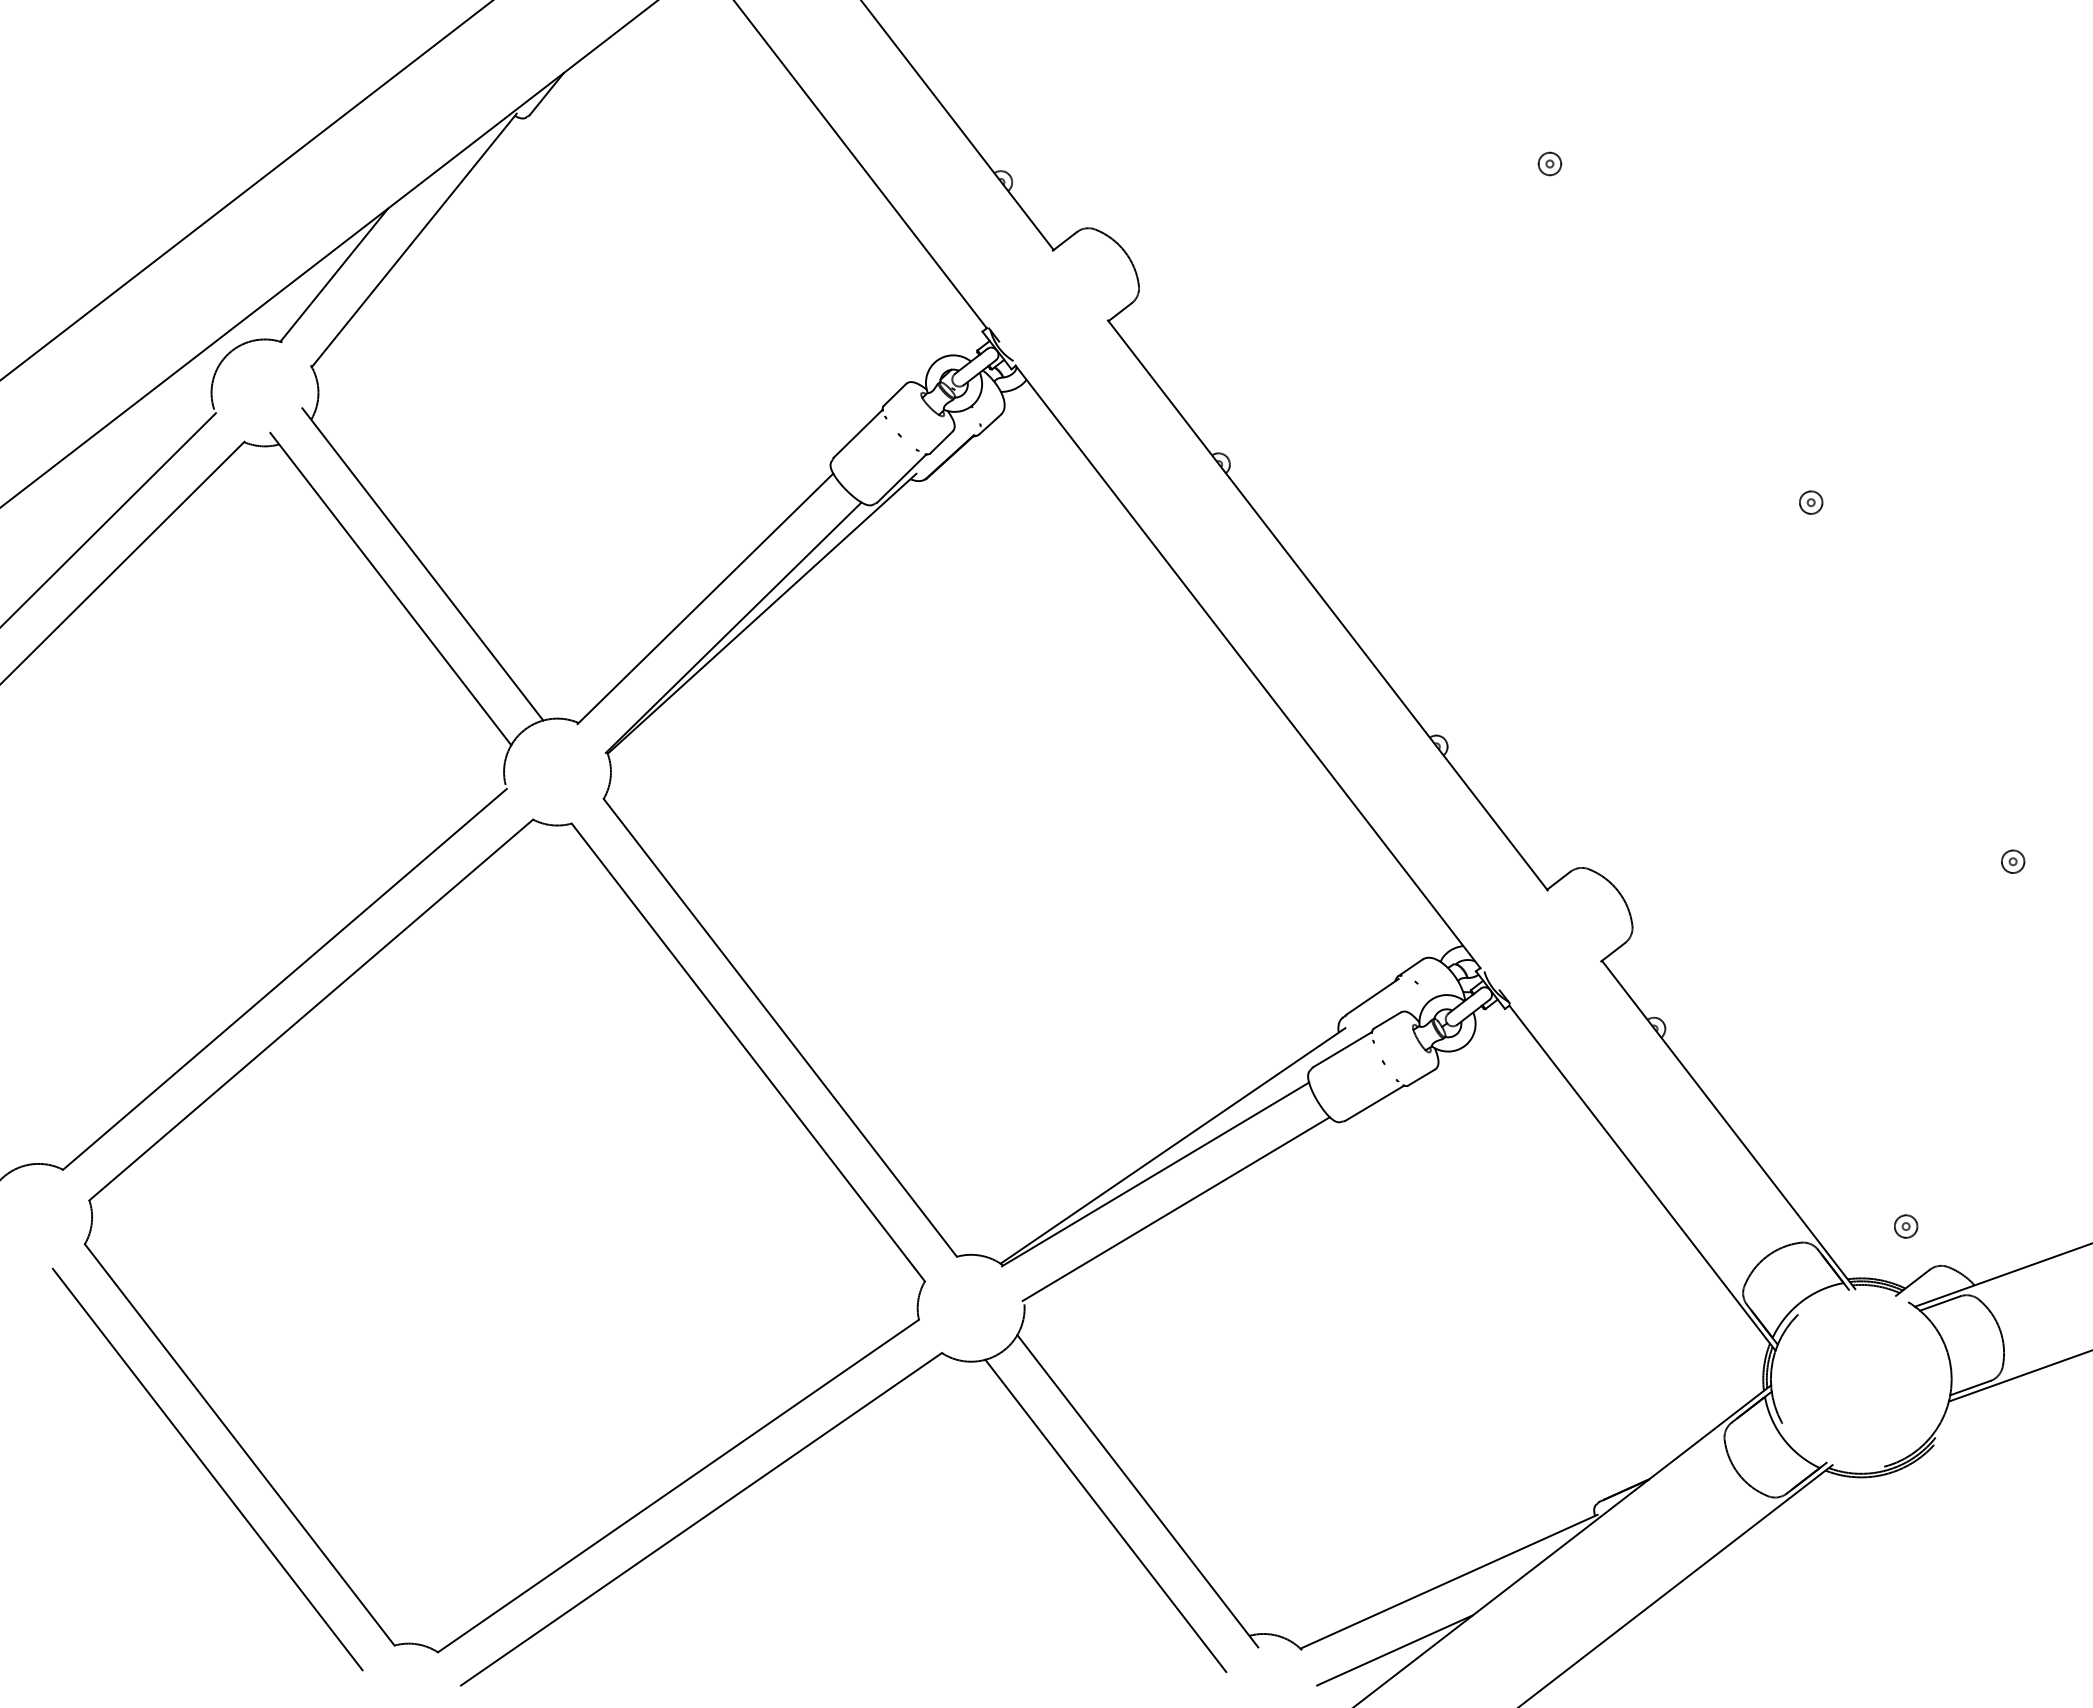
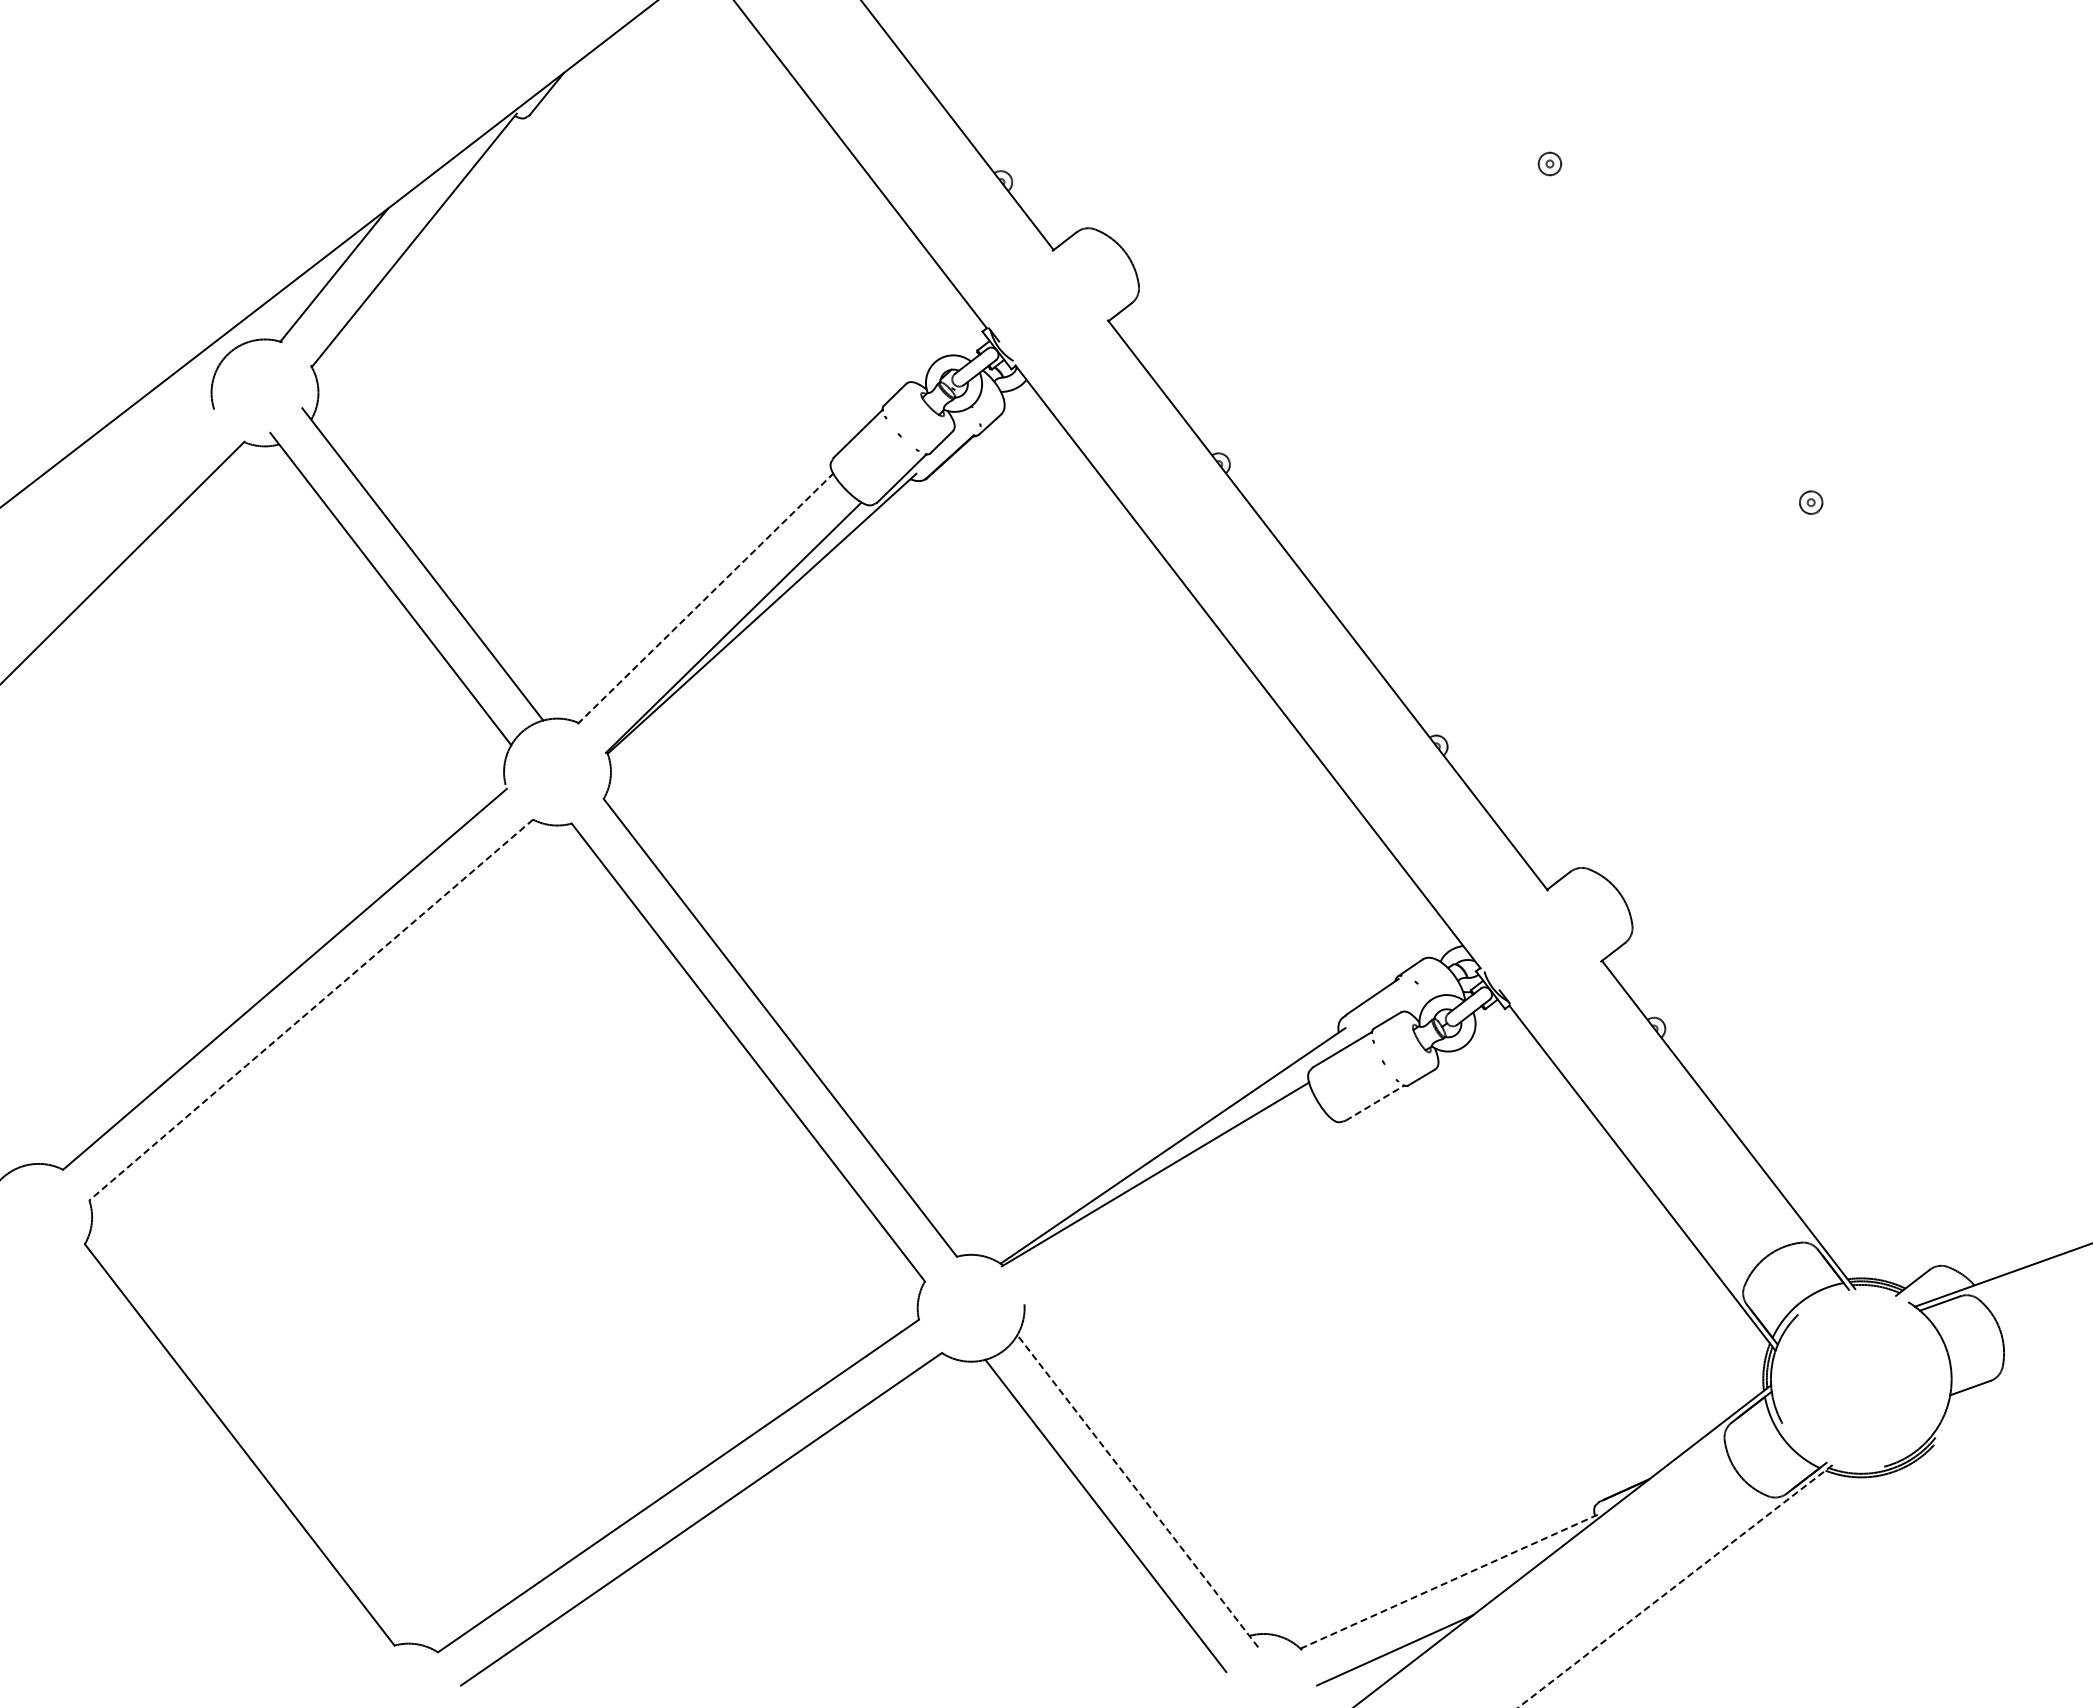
line at (246, 190): present -> none
line at (108, 519): present -> none
line at (705, 598): solid -> dashed
part at (2013, 861): present -> none
line at (310, 1010): solid -> dashed
line at (1374, 1103): solid -> dashed
line at (1175, 1209): present -> none
part at (1906, 1226): present -> none
line at (2018, 1376): present -> none
line at (207, 1469): present -> none
line at (1137, 1490): solid -> dashed
line at (1449, 1581): solid -> dashed
line at (1675, 1586): solid -> dashed
